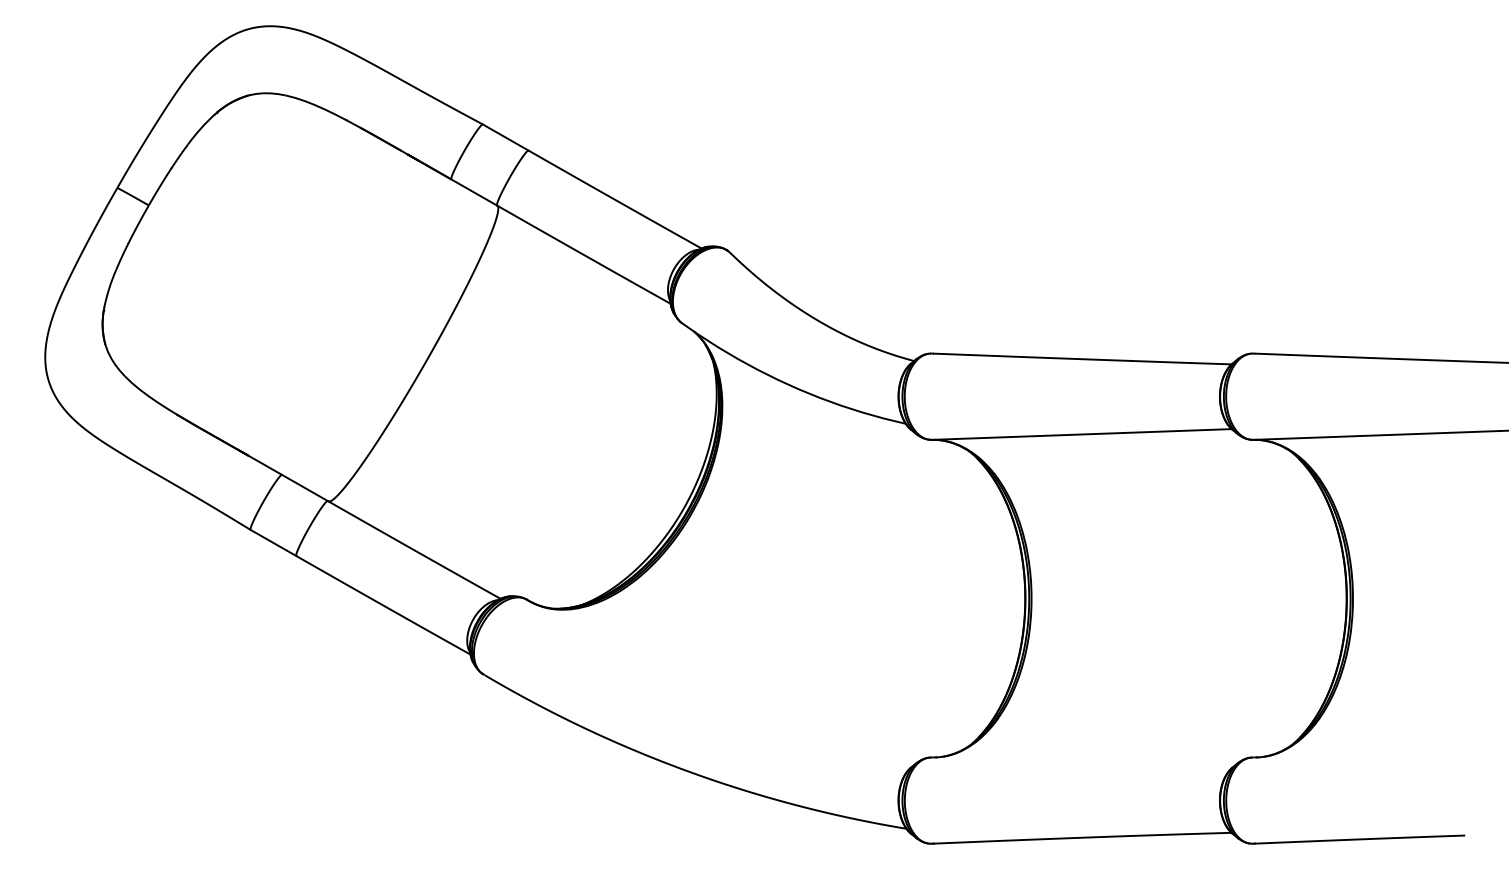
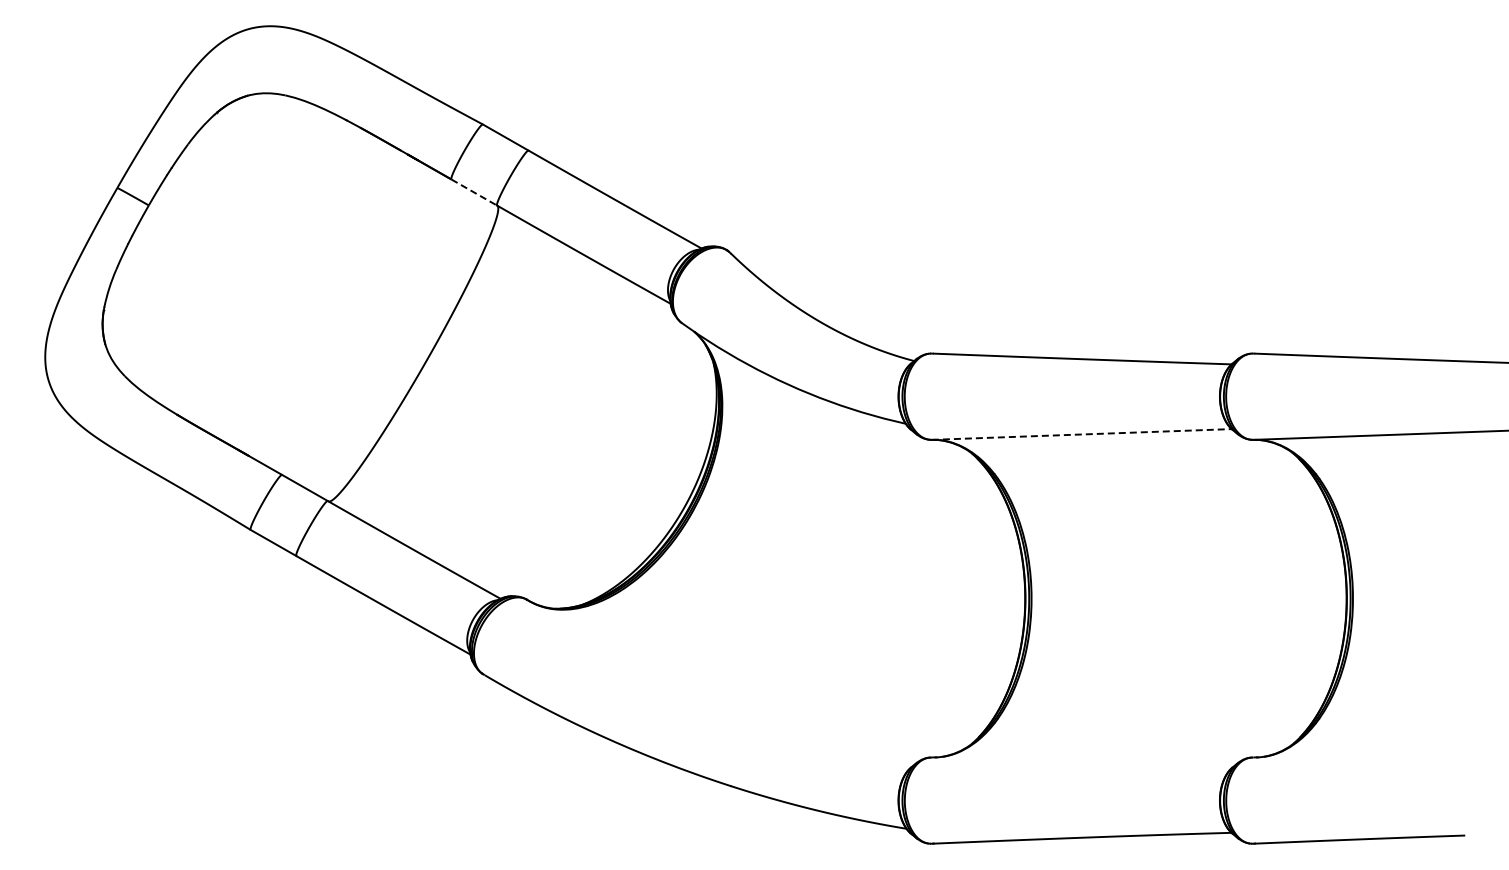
line at (474, 192): solid -> dashed
line at (1081, 434): solid -> dashed
